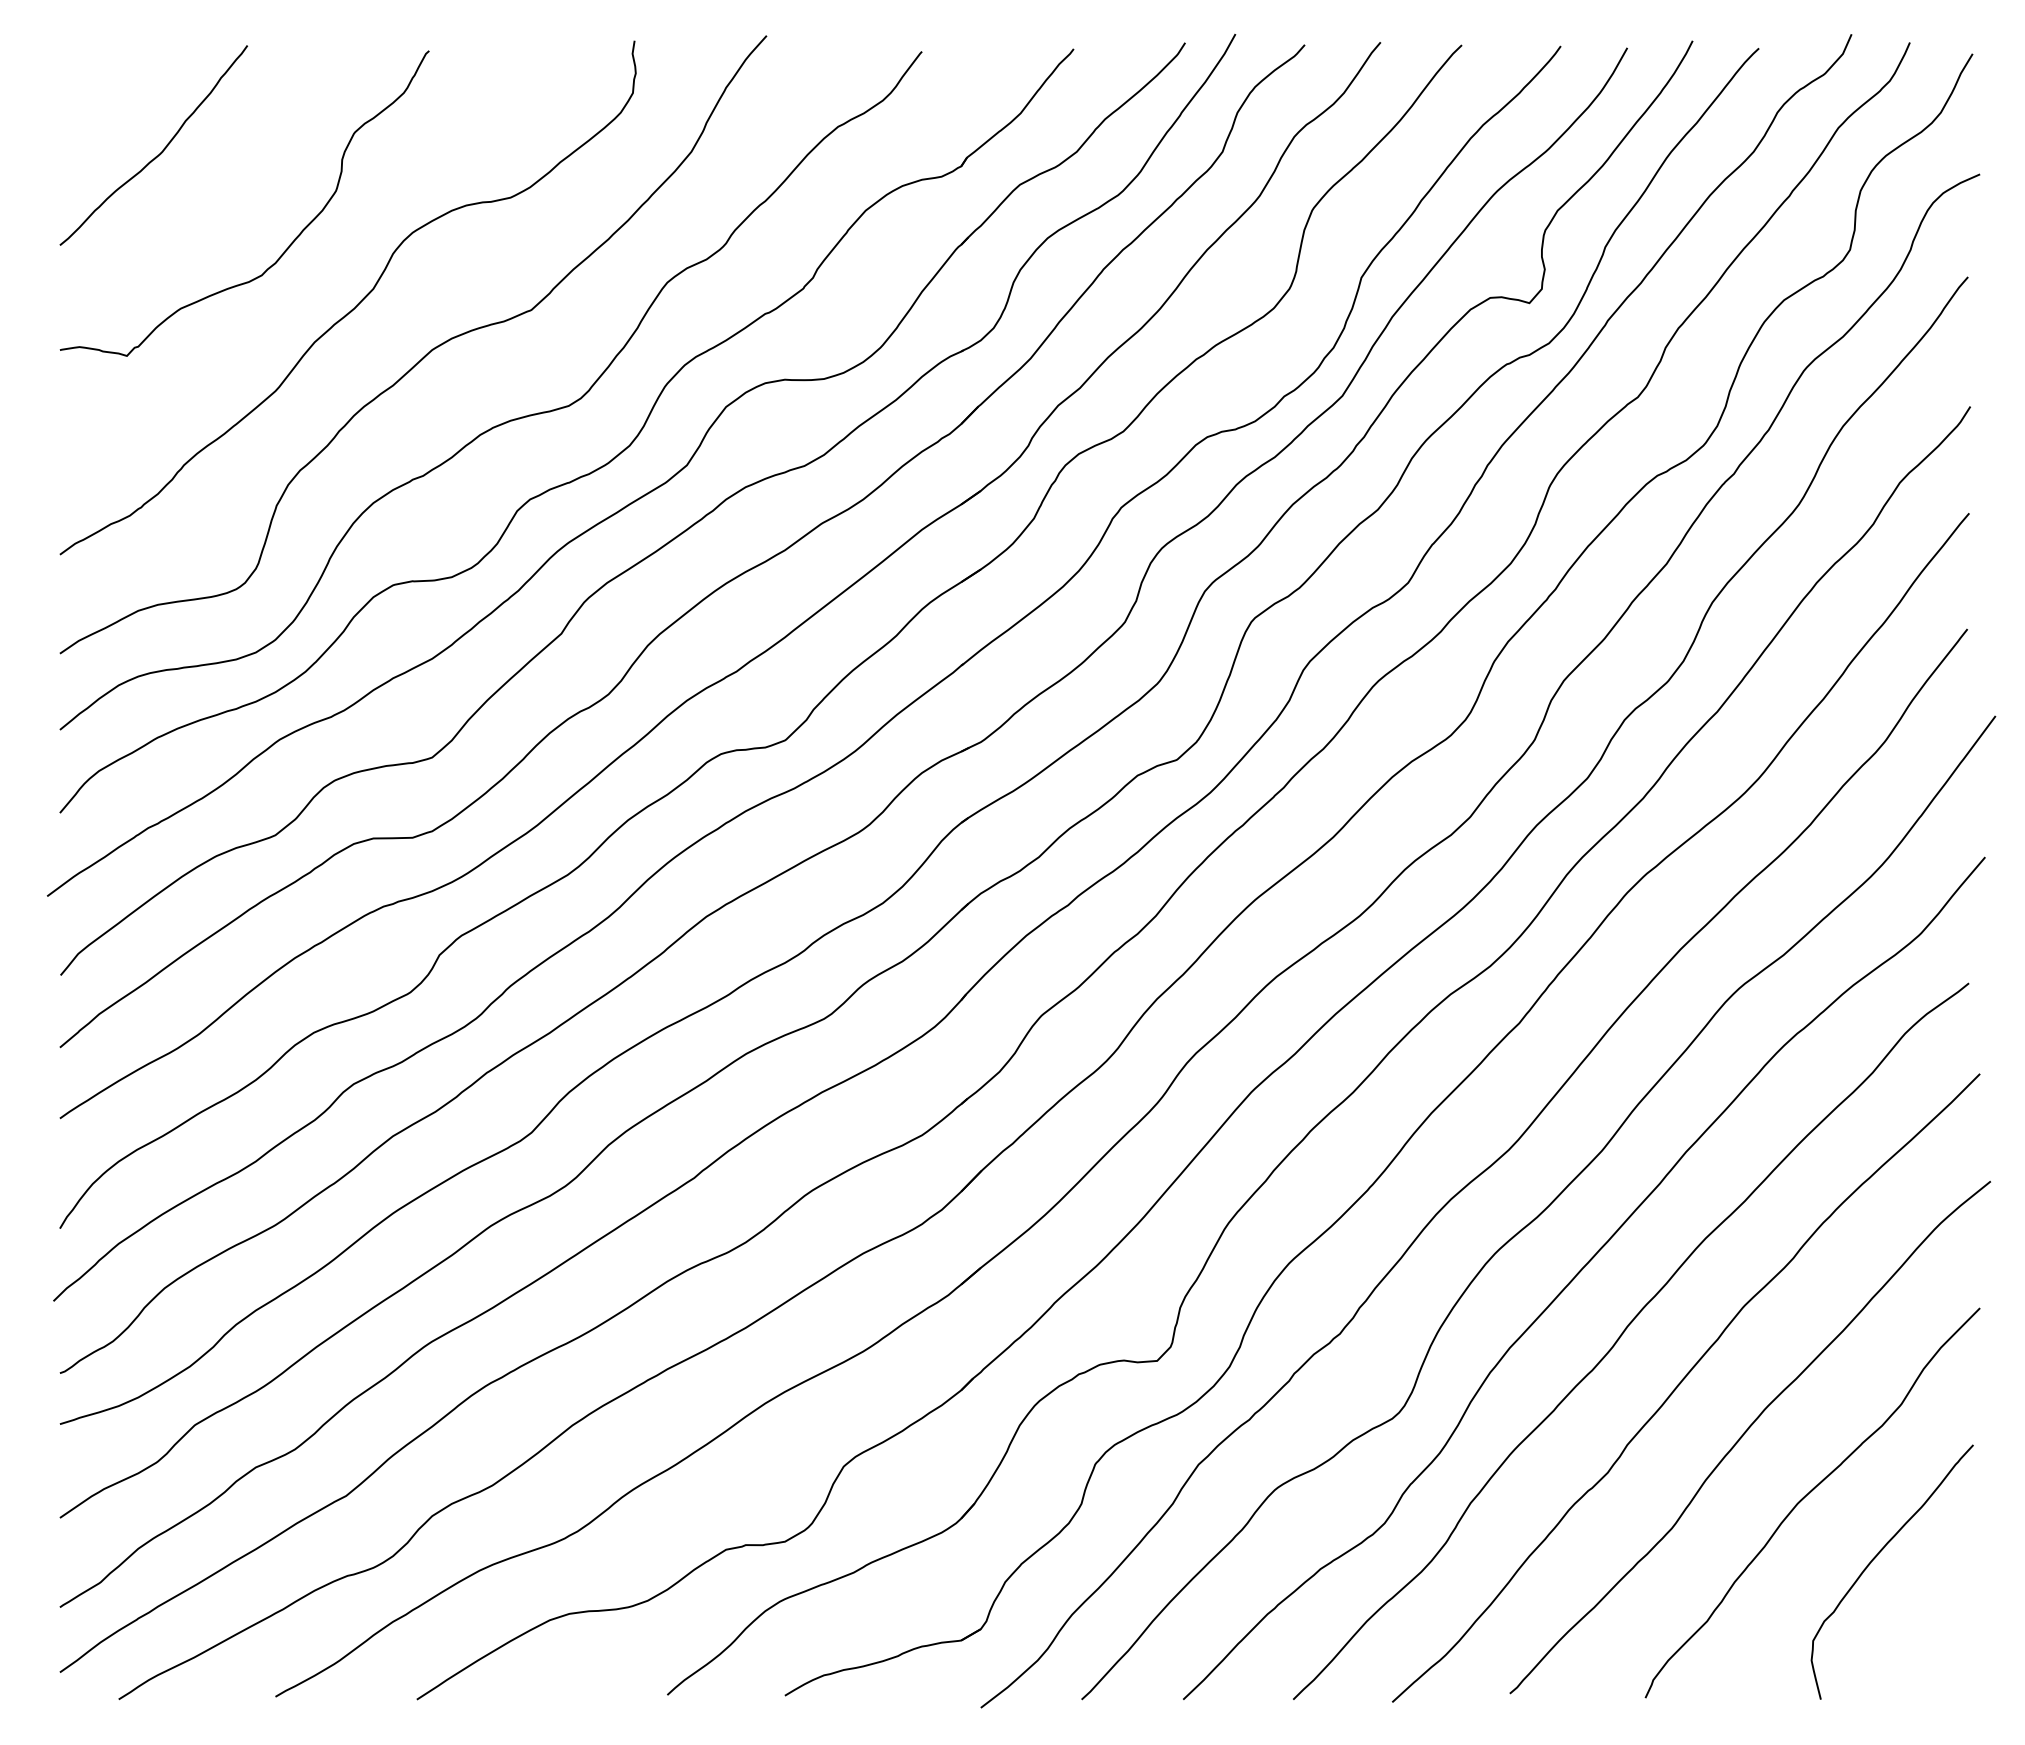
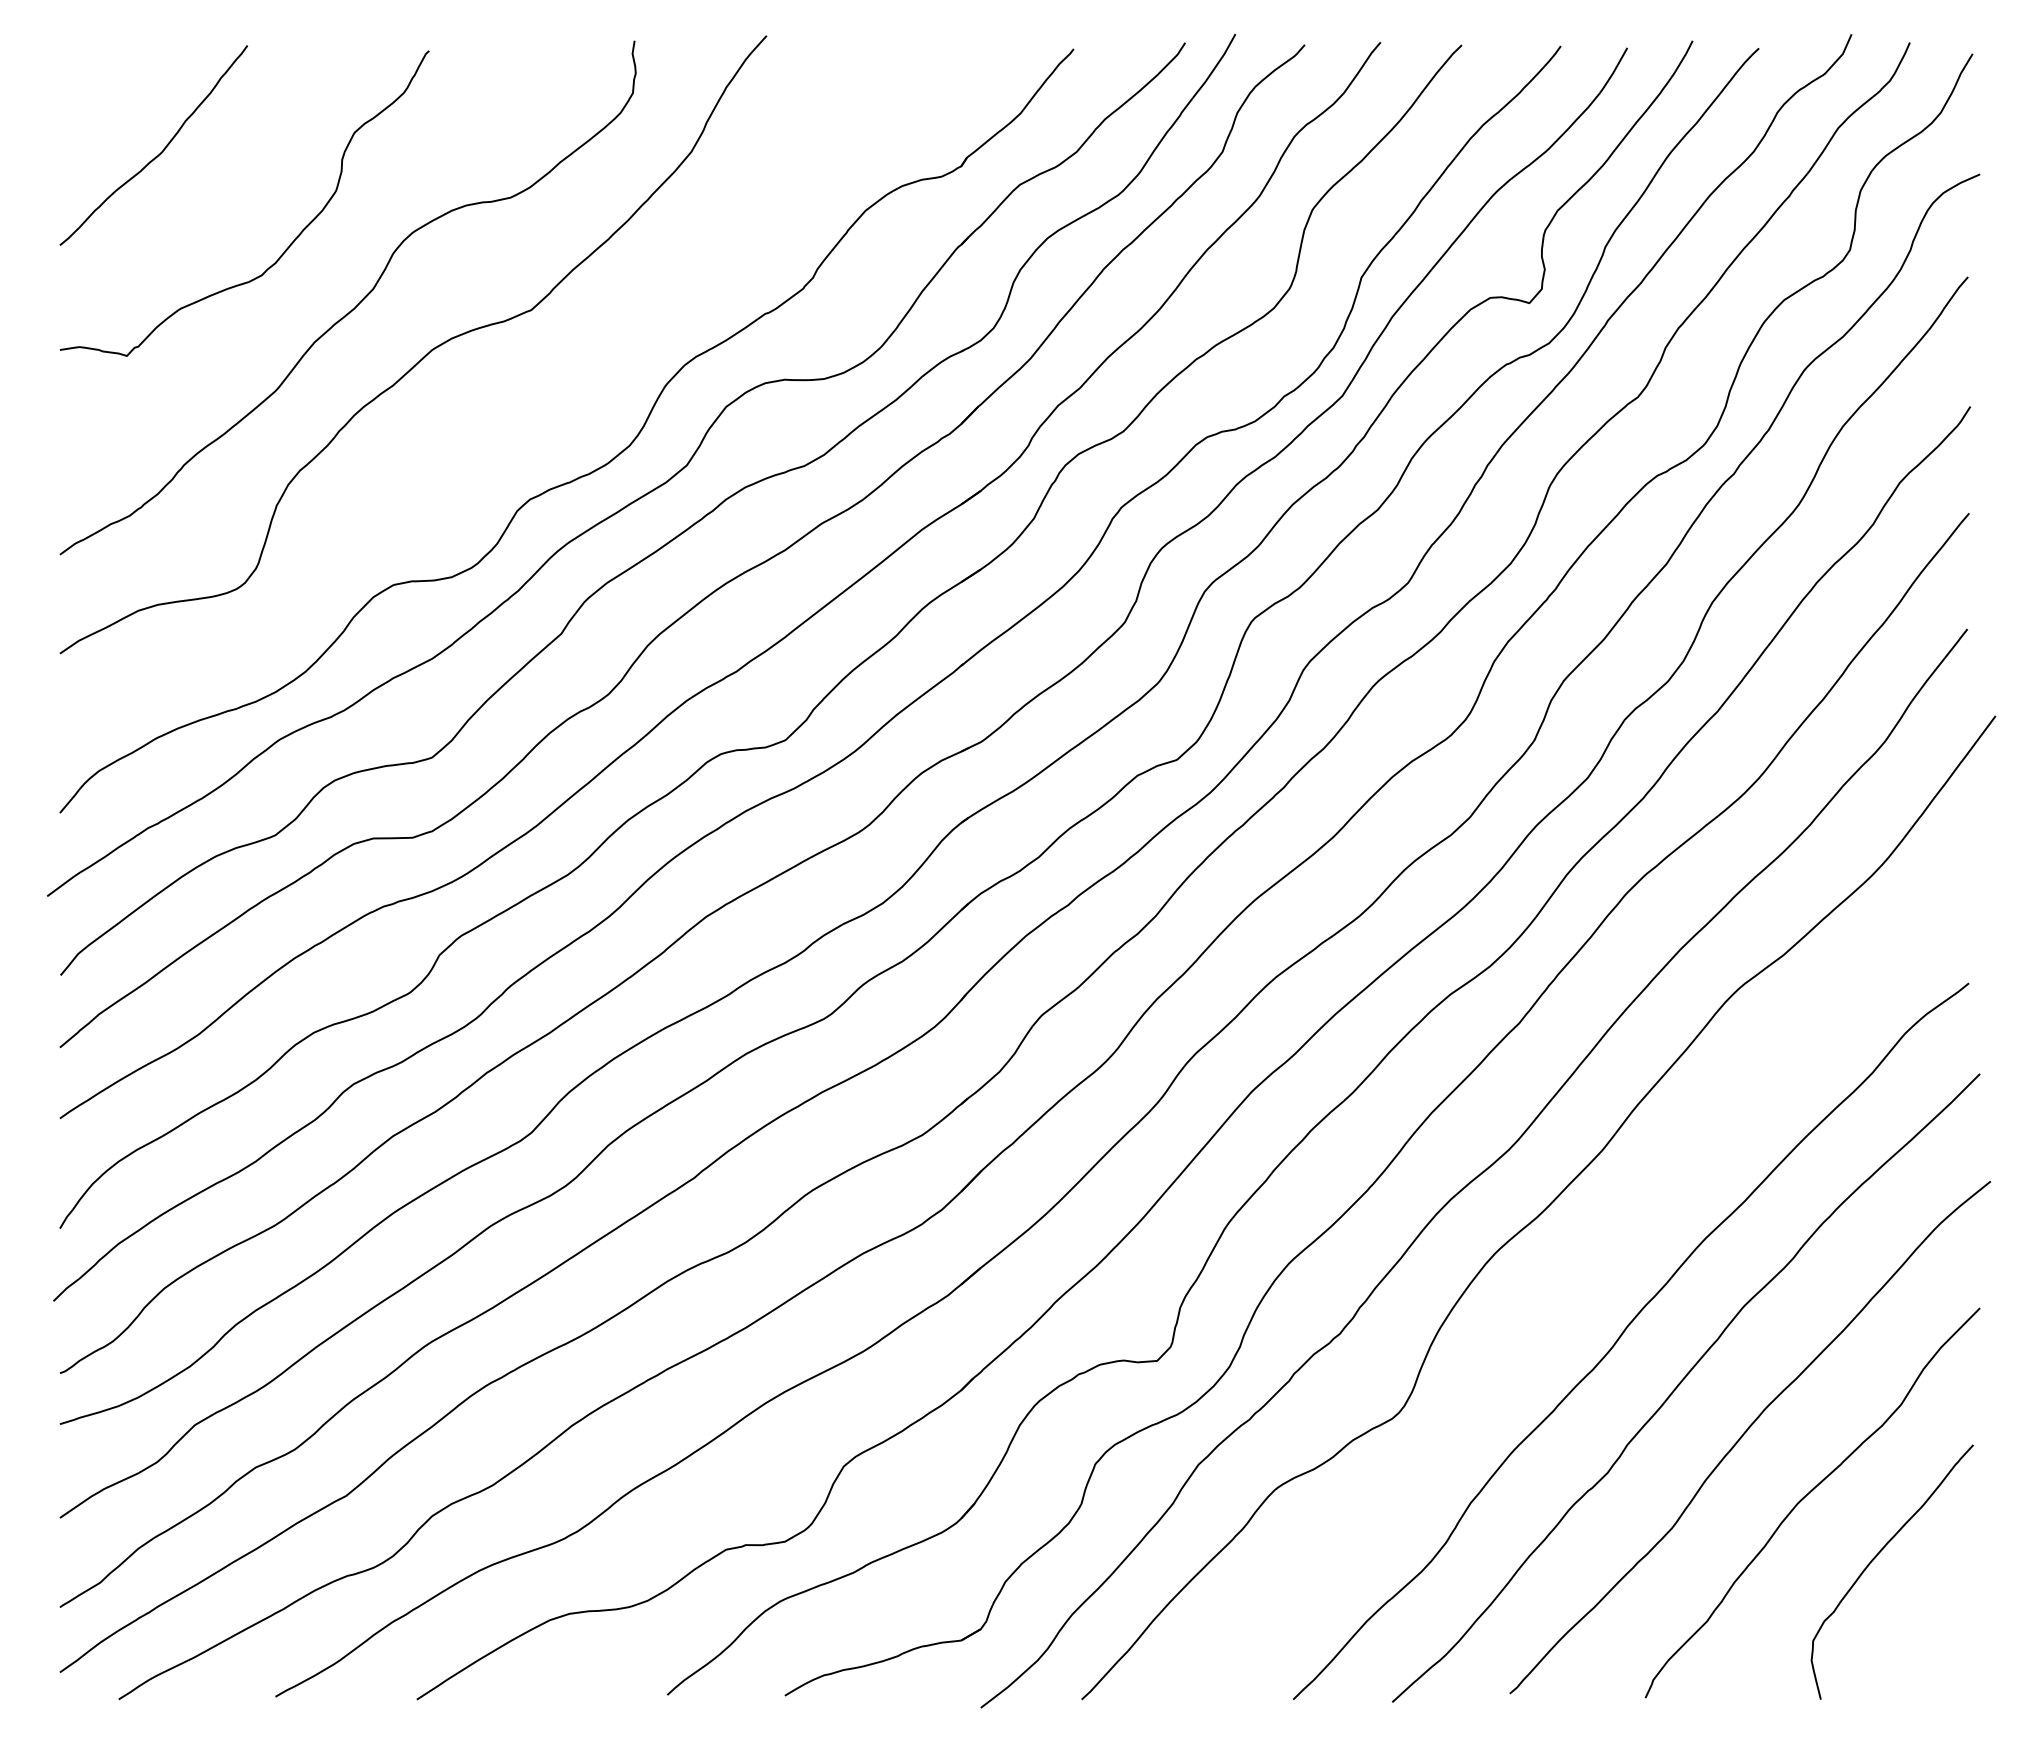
curve at (505, 421): present -> none
curve at (1580, 1272): present -> none
